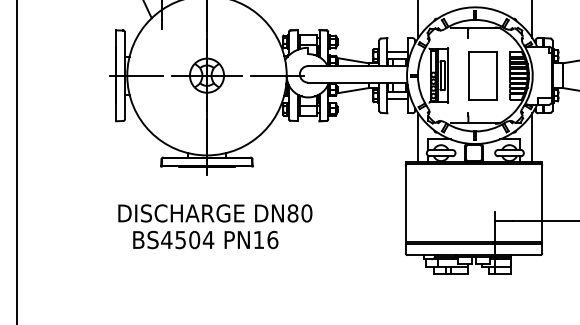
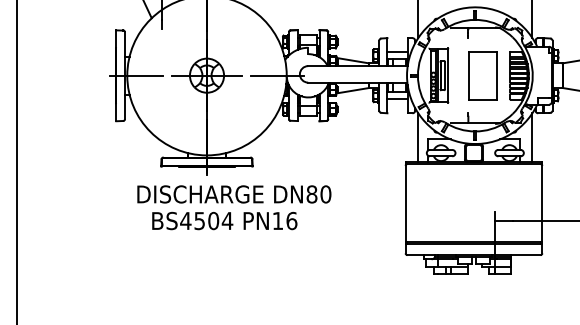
text at (215, 226) position: (215, 226) -> (234, 207)
